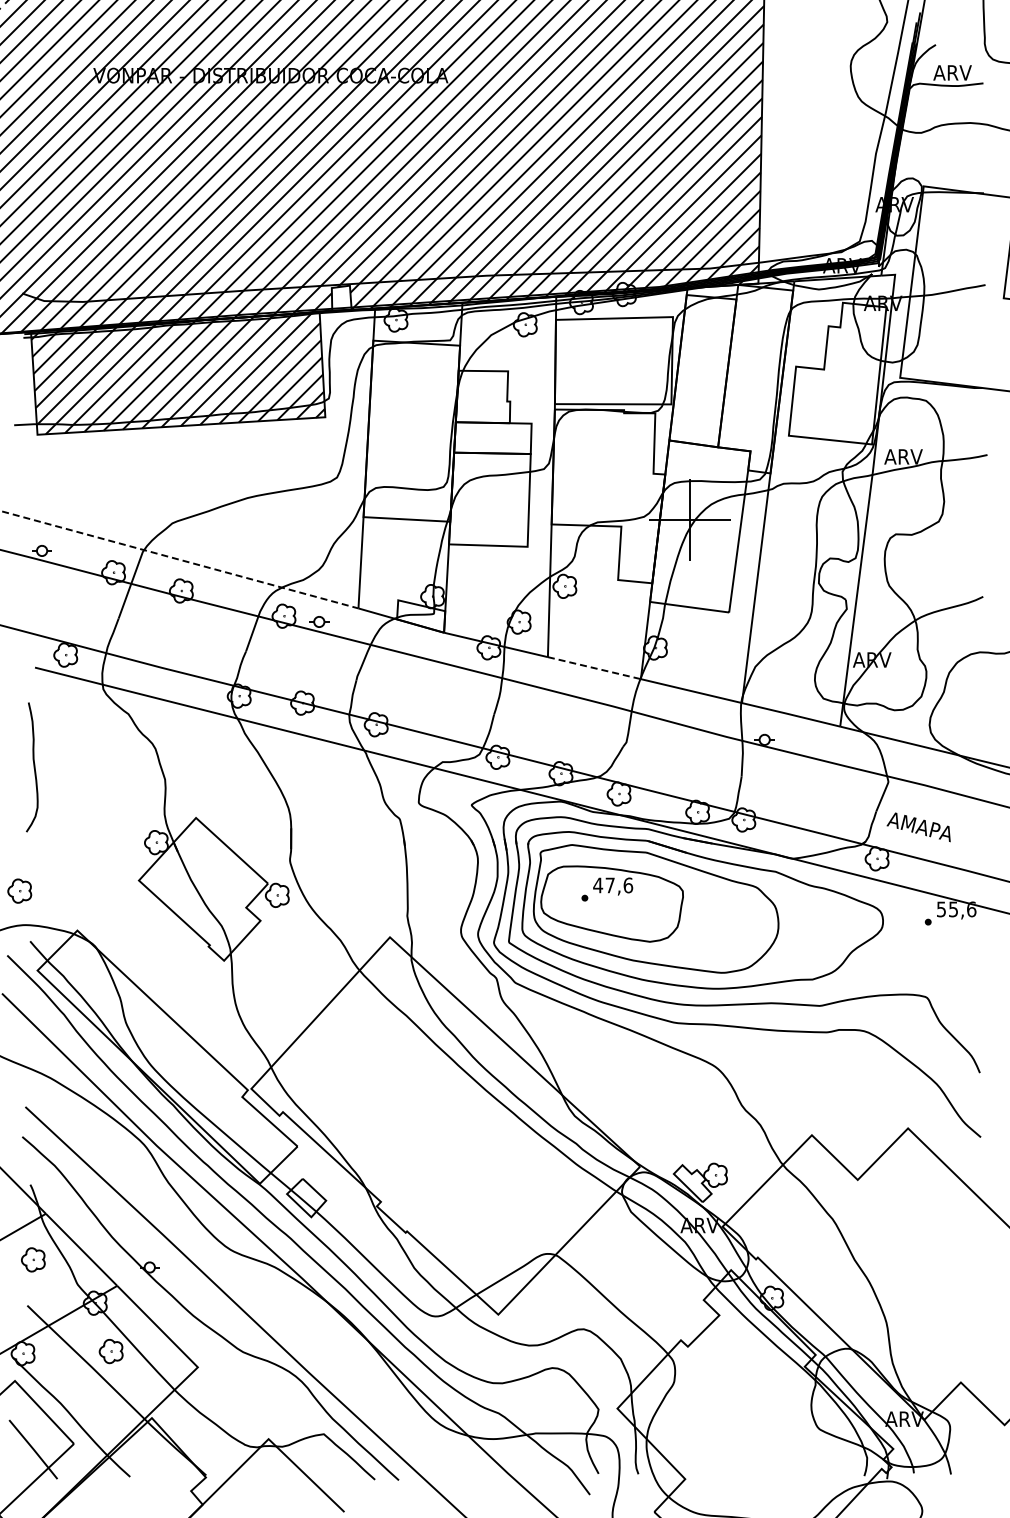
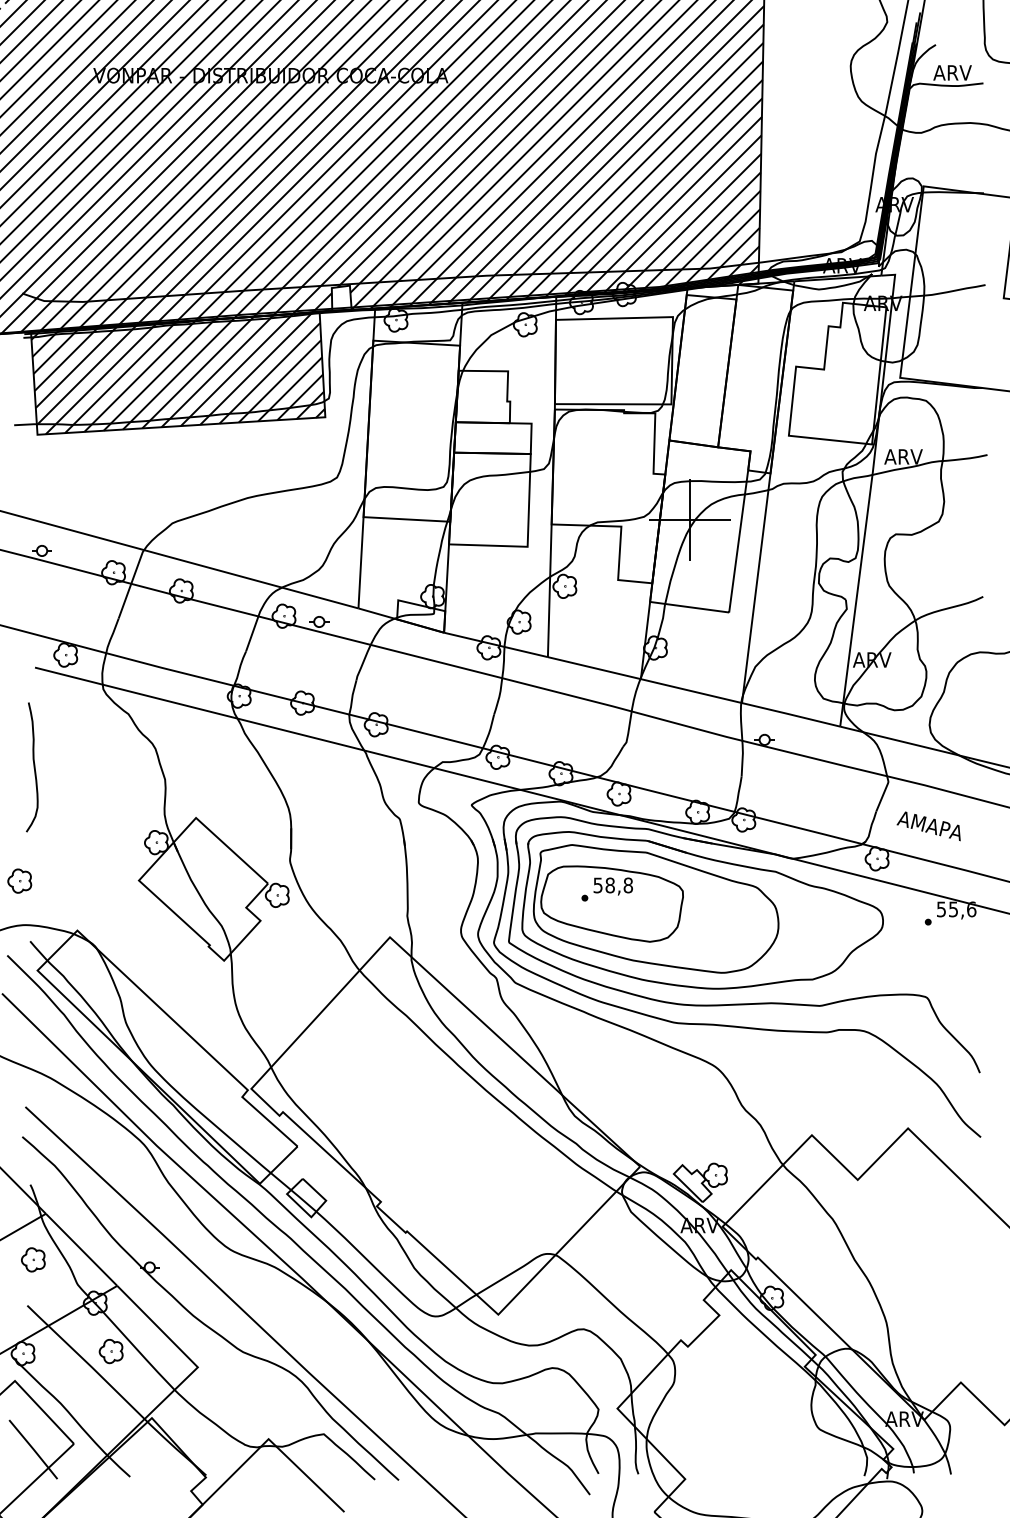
line at (179, 559): dashed -> solid
line at (594, 668): dashed -> solid
text at (918, 827) position: (918, 827) -> (928, 826)
text at (613, 885): 47,6 -> 58,8
part at (19, 890) position: (19, 890) -> (19, 880)
